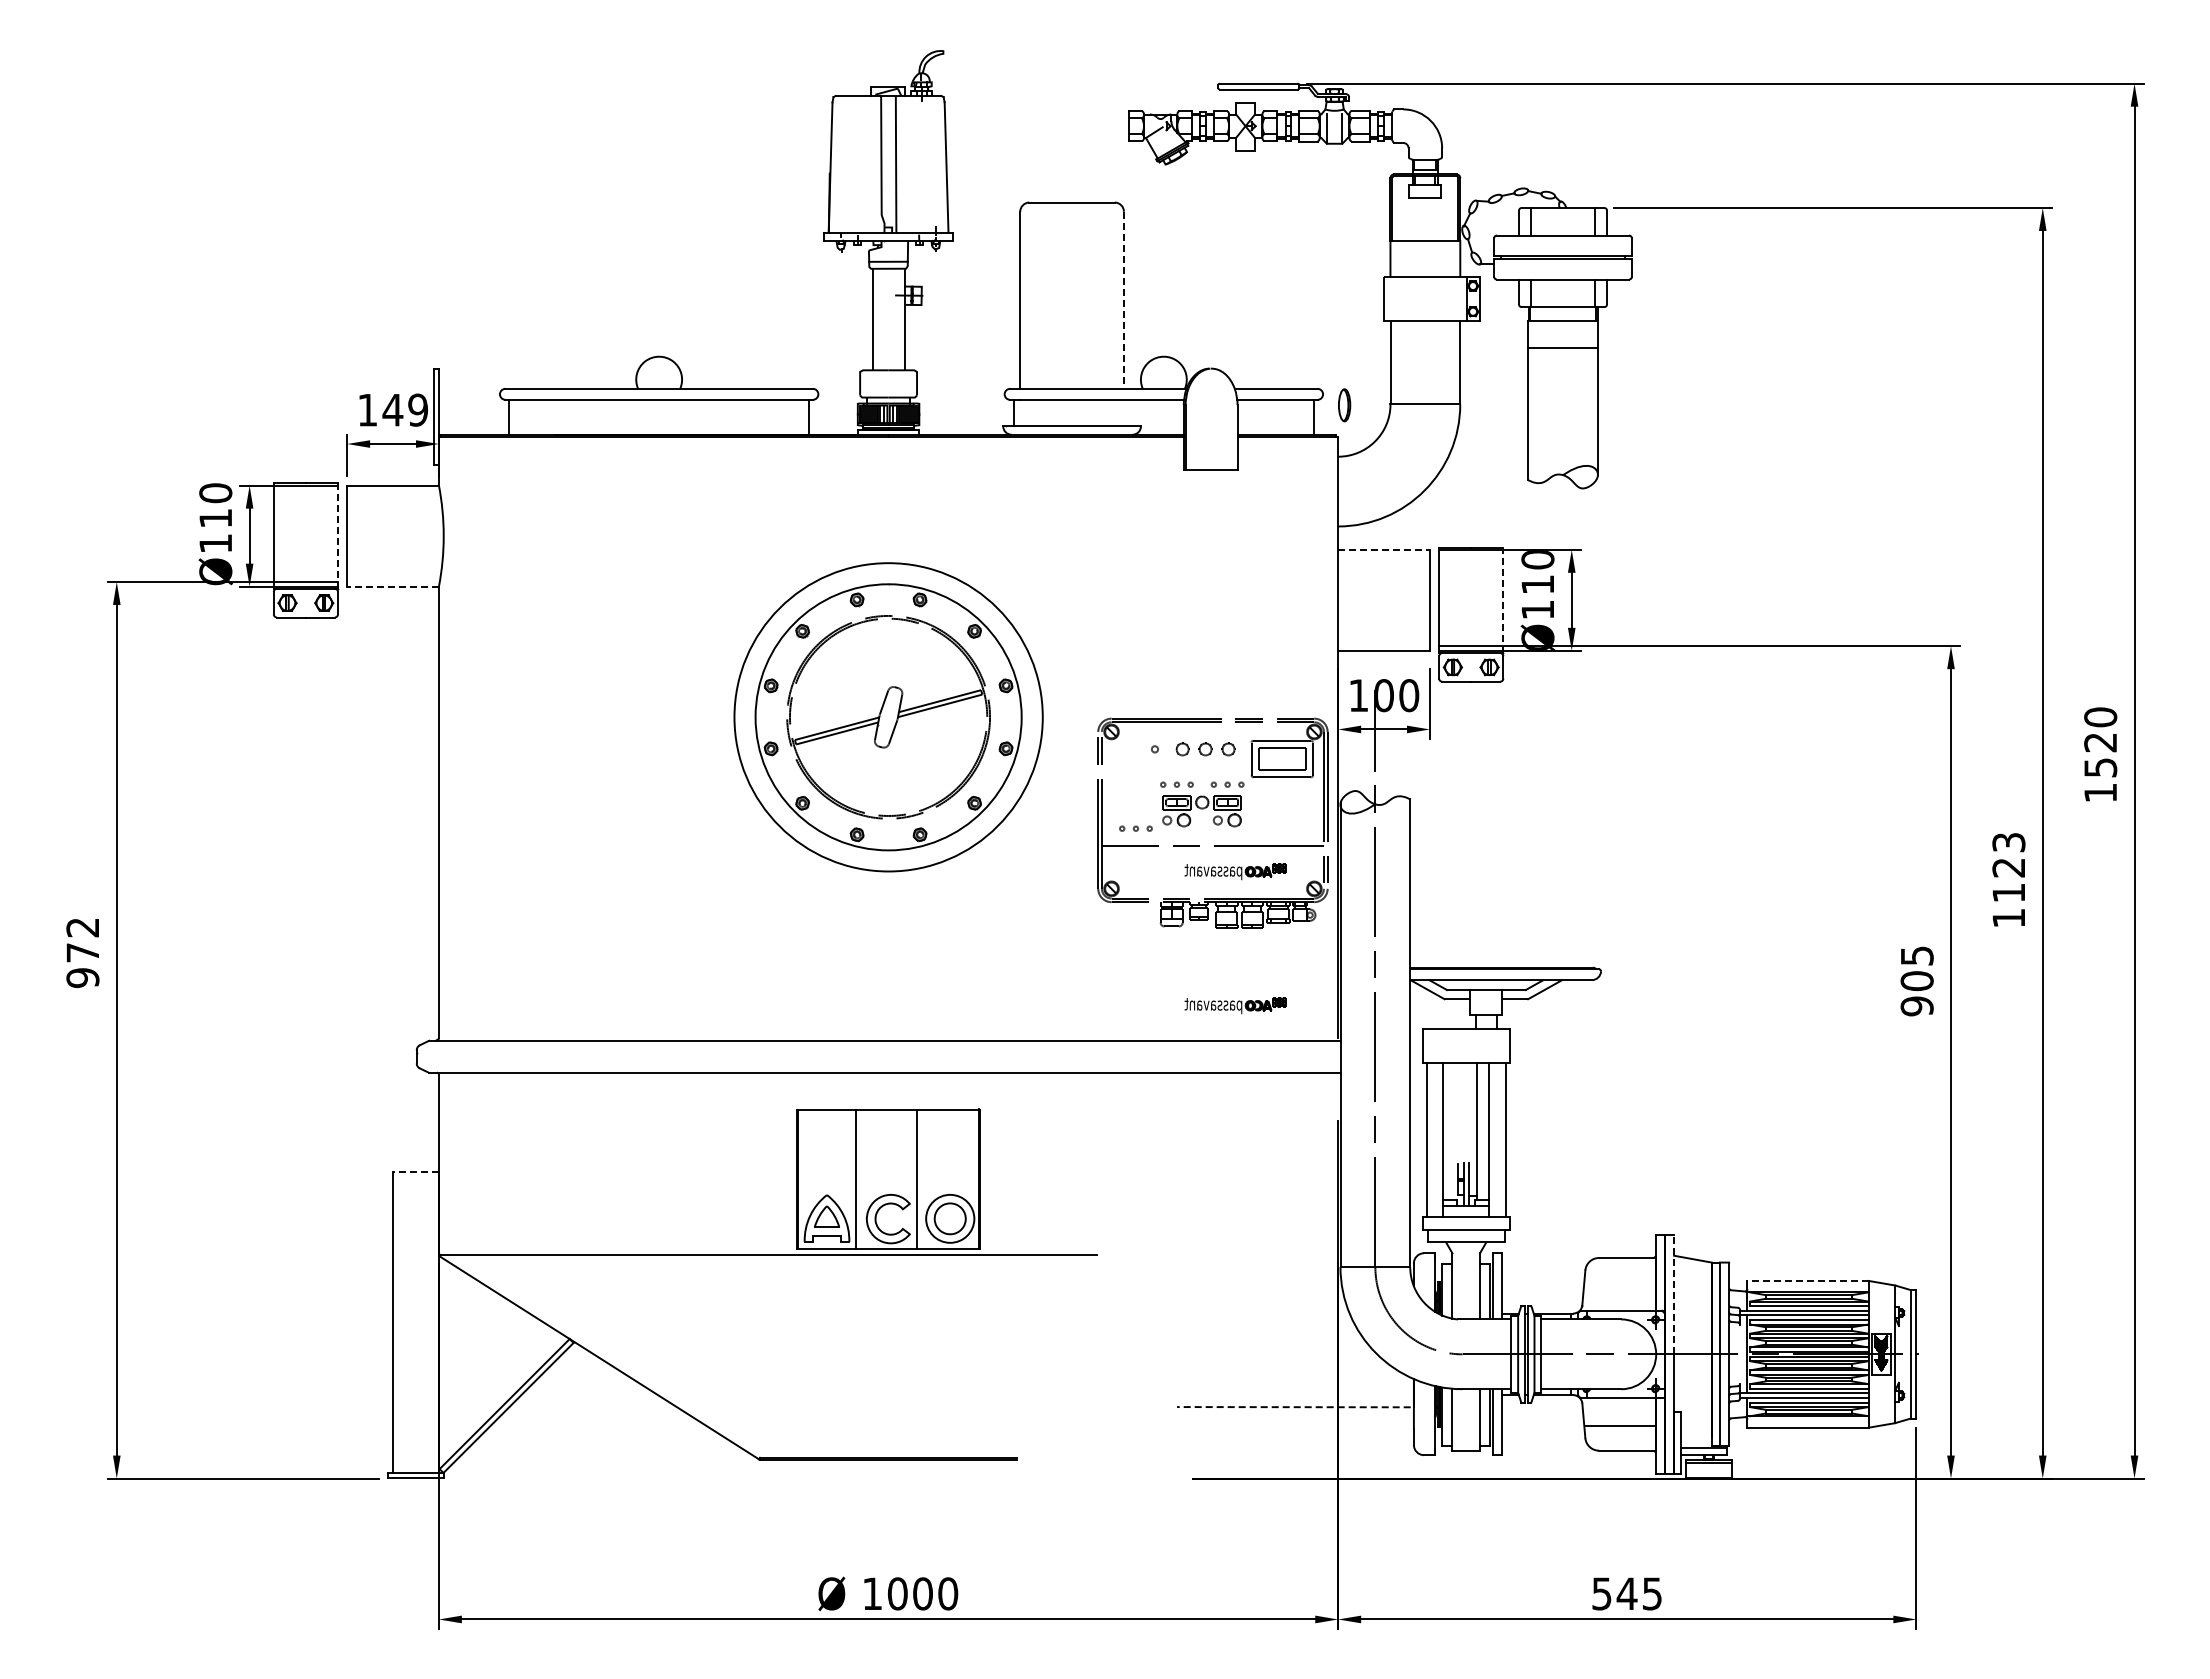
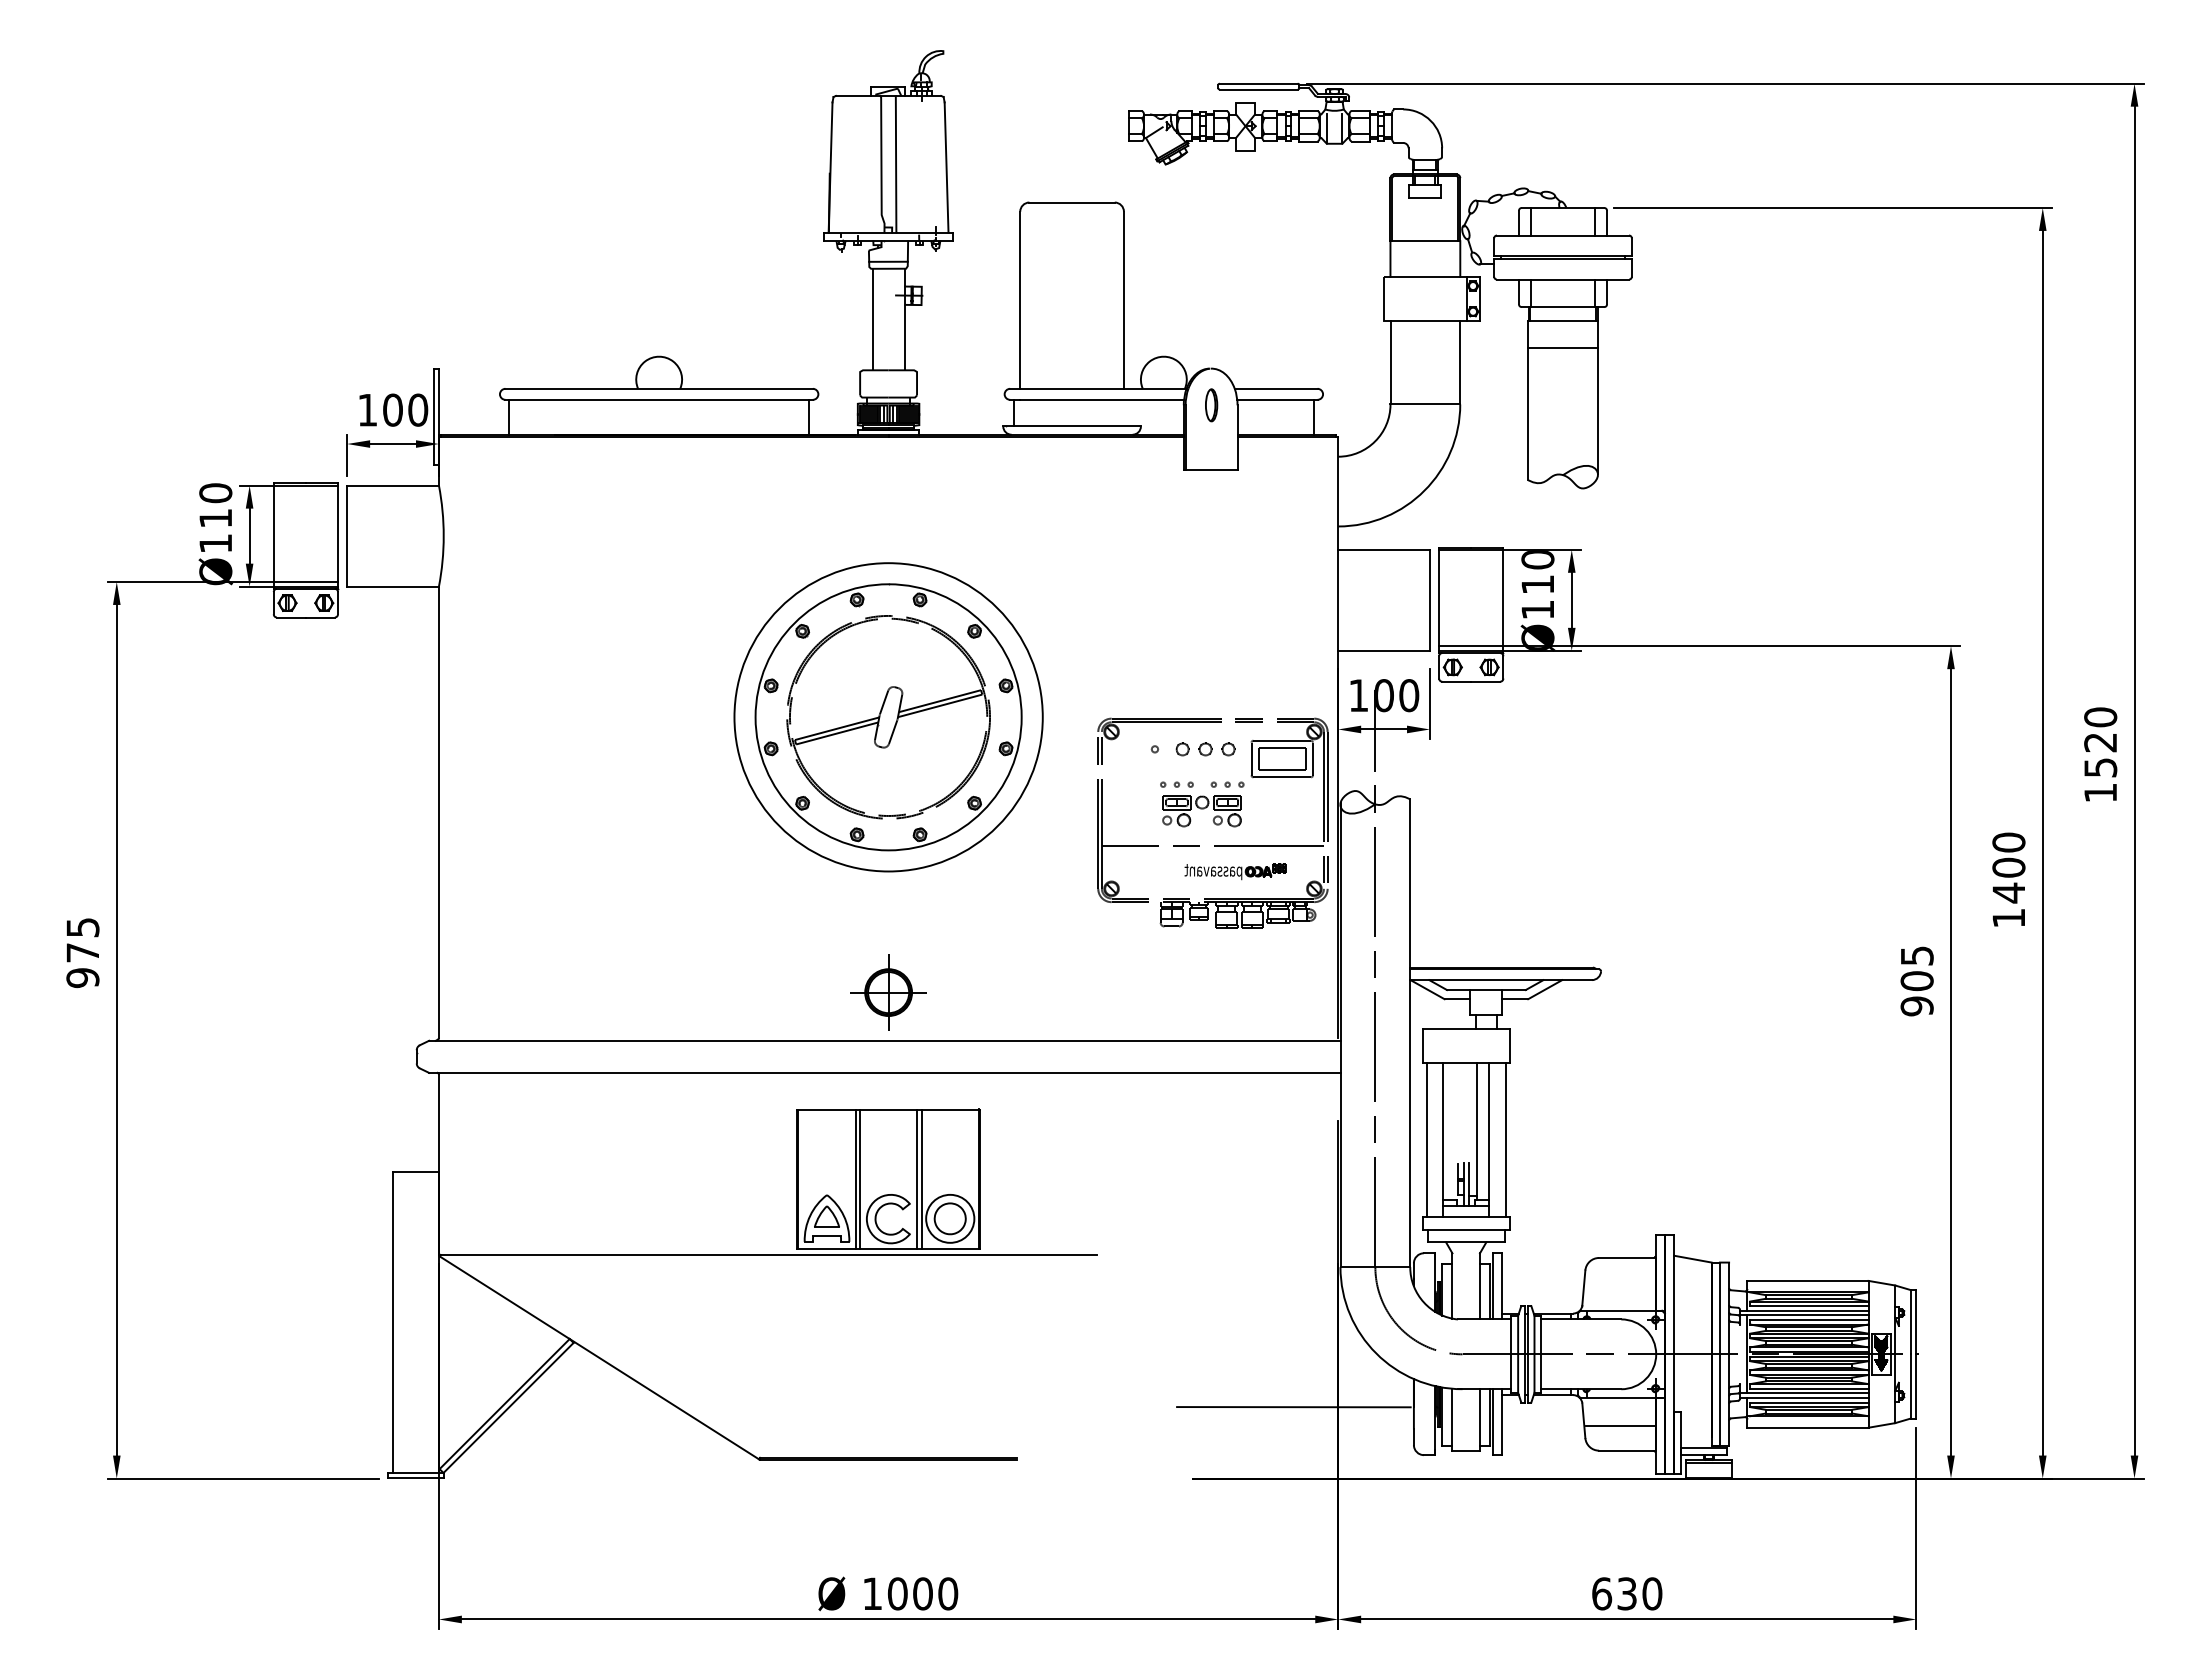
line at (1123, 300): dashed -> solid
part at (1344, 405) position: (1344, 405) -> (1211, 405)
text at (405, 409): 149 -> 100
line at (338, 536): dashed -> solid
line at (1384, 549): dashed -> solid
line at (393, 586): dashed -> solid
line at (1503, 600): dashed -> solid
part at (1135, 828): present -> none
text at (2008, 867): 1123 -> 1400
text at (82, 927): 972 -> 975
part at (888, 992): none -> present
part at (1235, 1005): present -> none
line at (416, 1172): dashed -> solid
line at (860, 1179): none -> present
line at (921, 1179): none -> present
line at (1808, 1280): dashed -> solid
line at (1674, 1294): dashed -> solid
line at (1293, 1407): dashed -> solid
text at (1627, 1593): 545 -> 630
